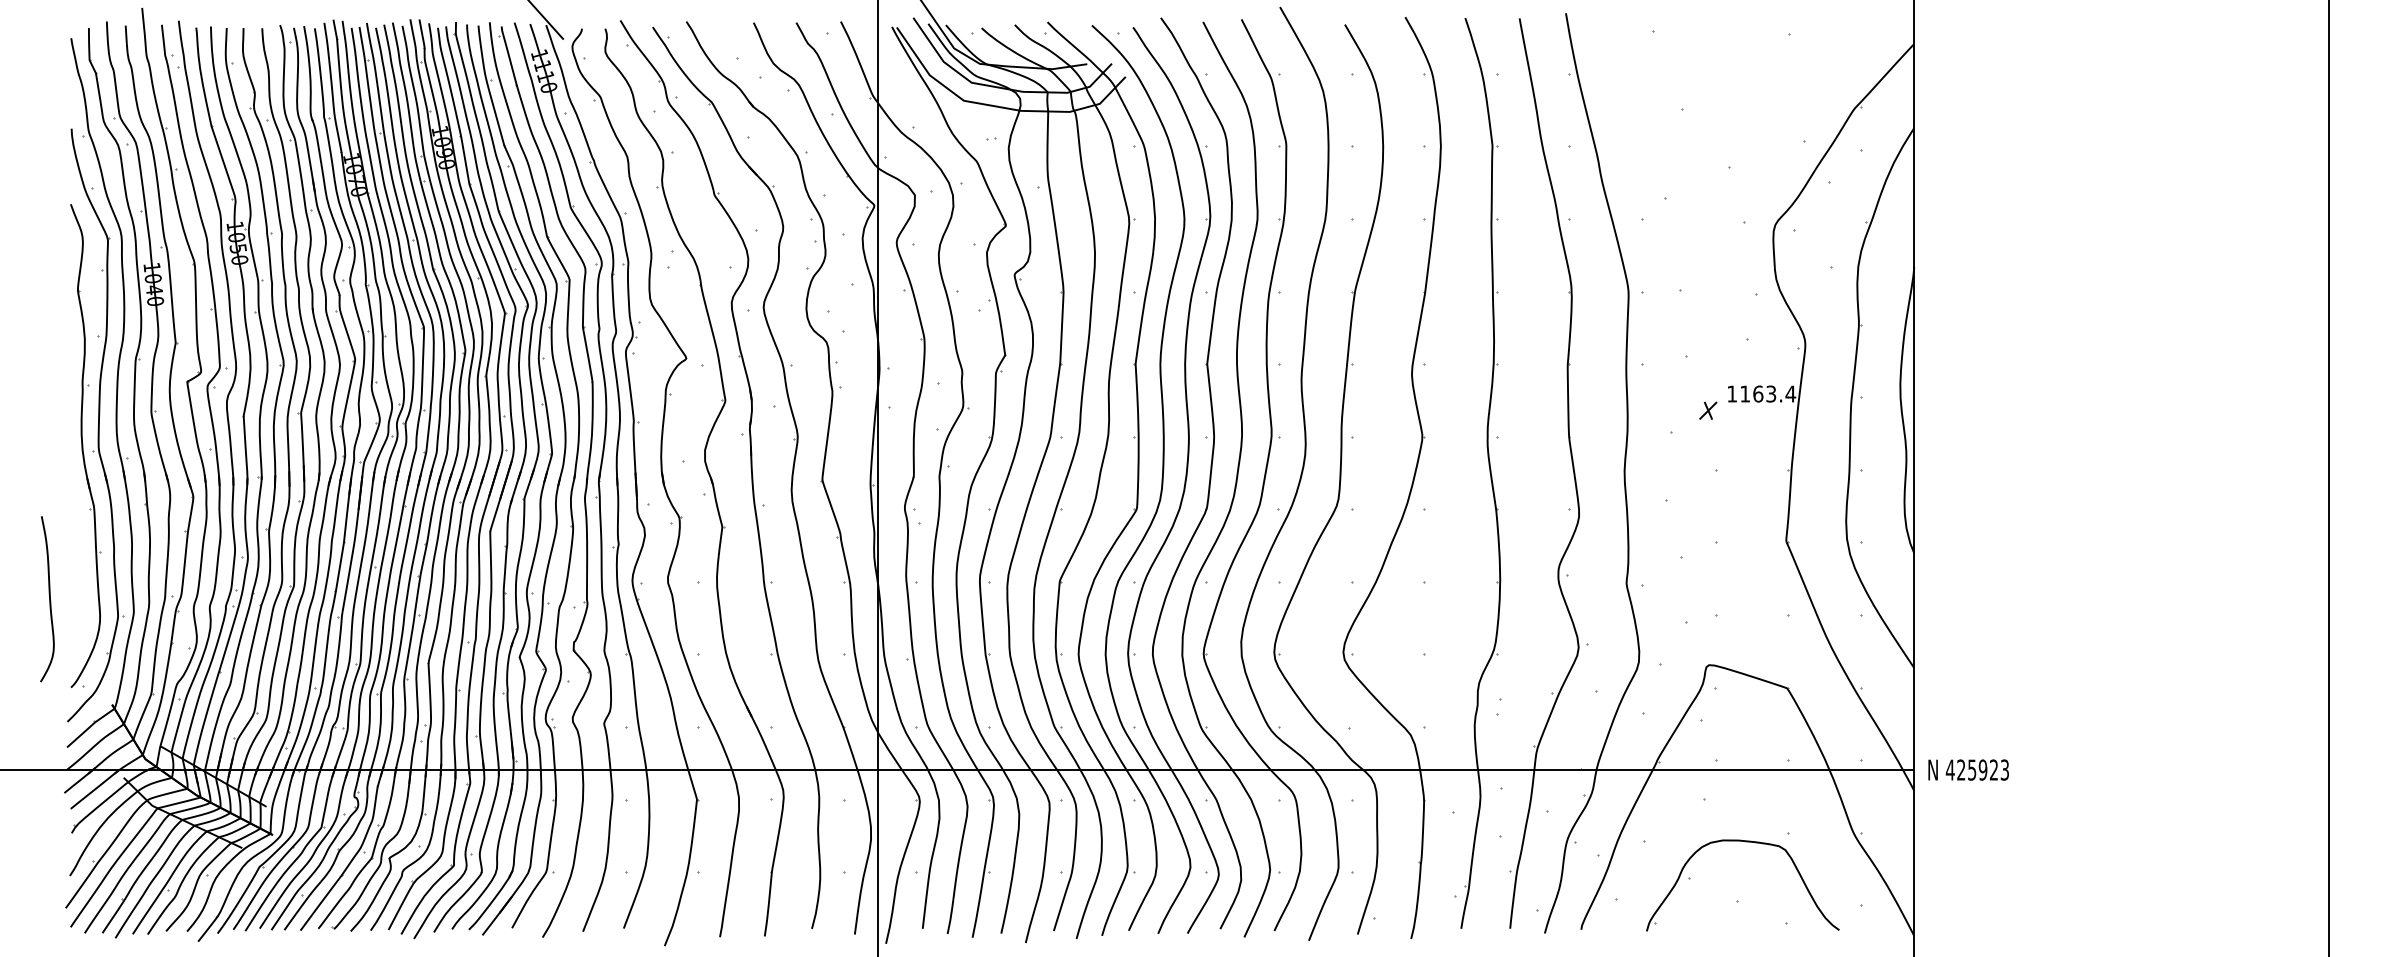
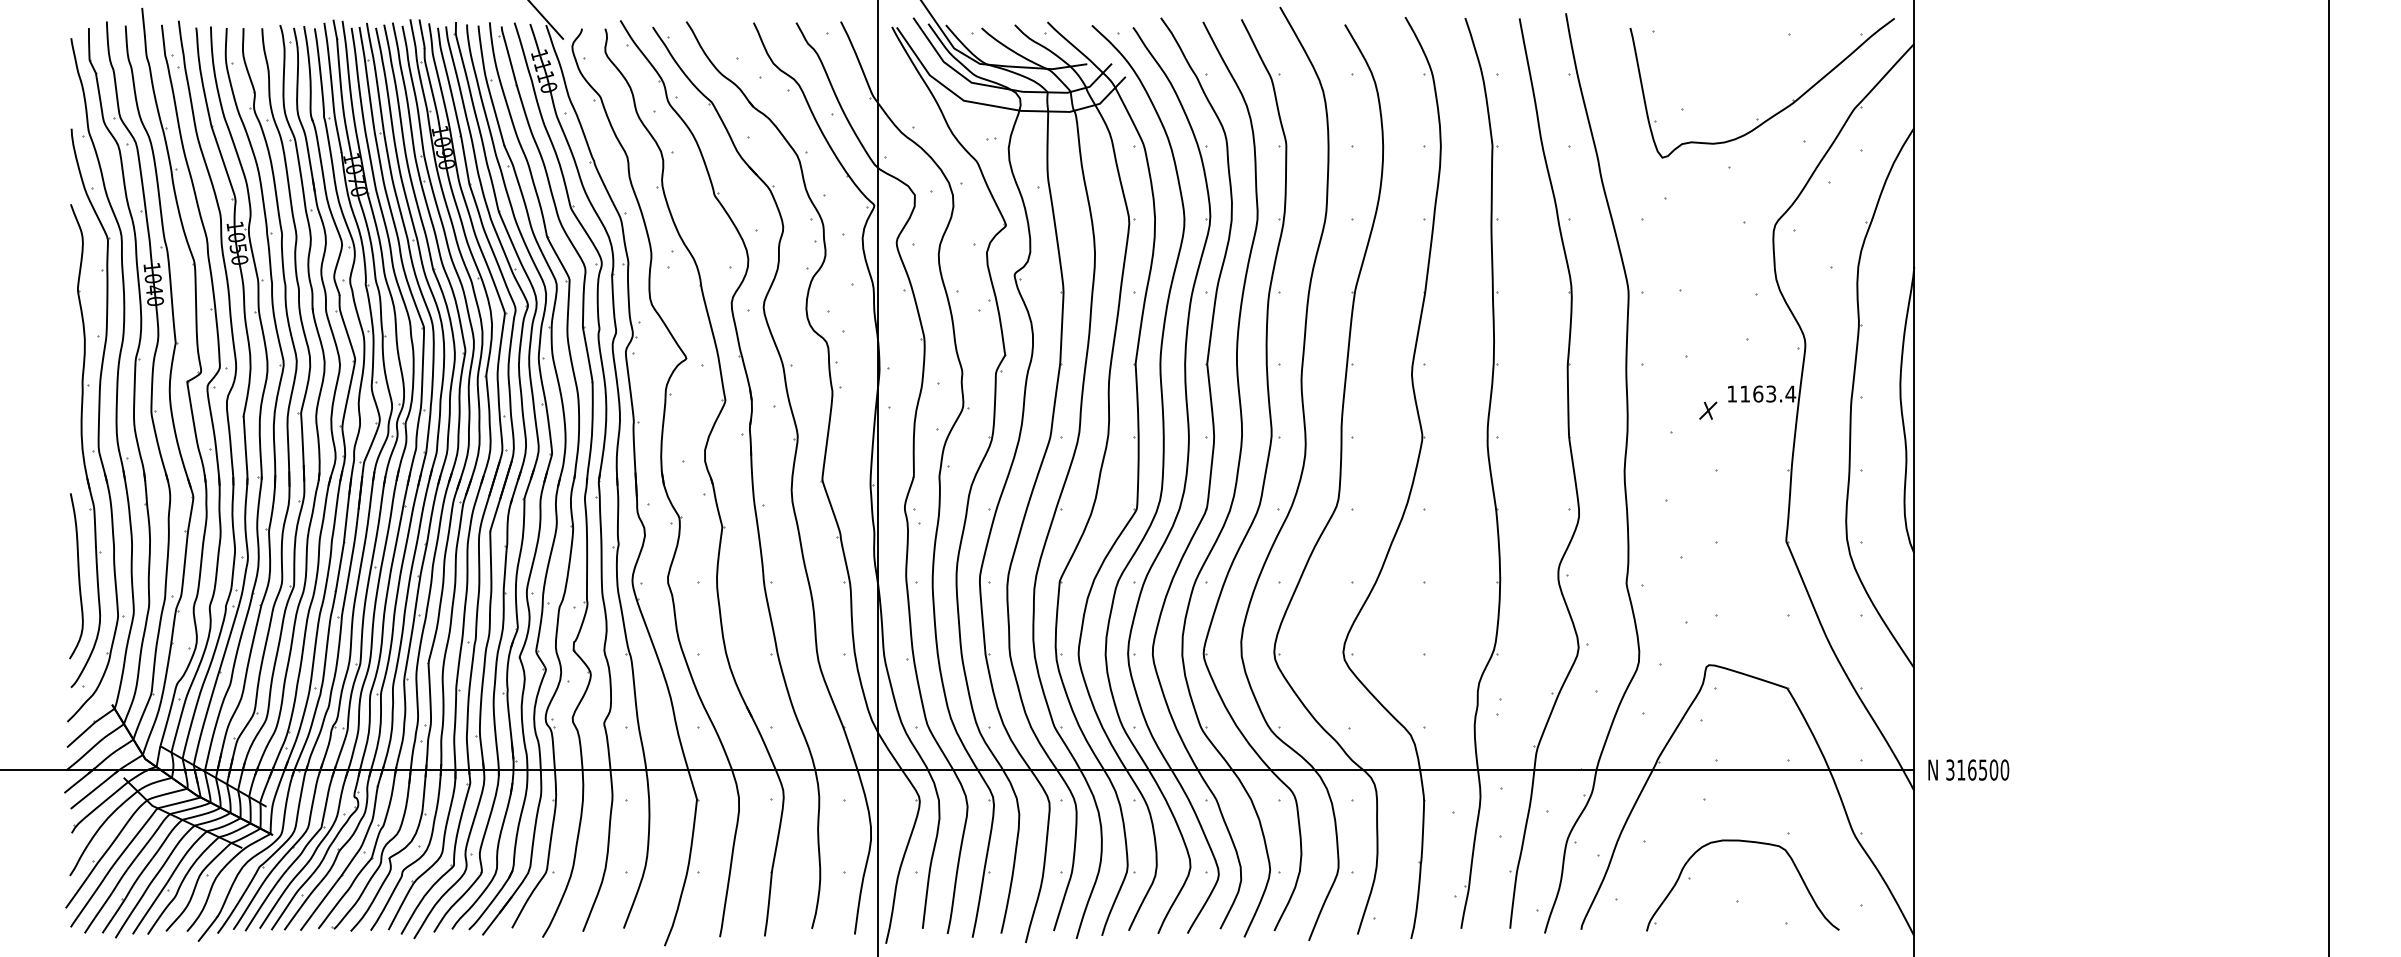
part at (1778, 111): none -> present
curve at (49, 599) position: (49, 599) -> (78, 576)
text at (1977, 769): 425923 -> 316500
